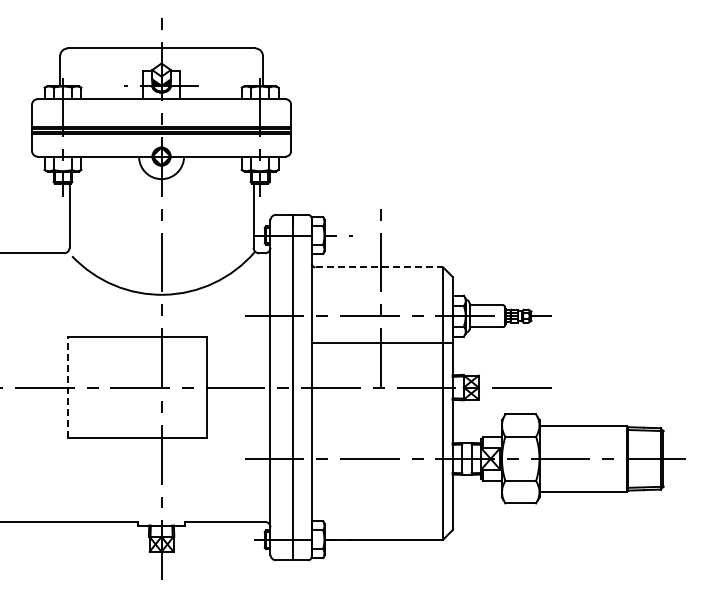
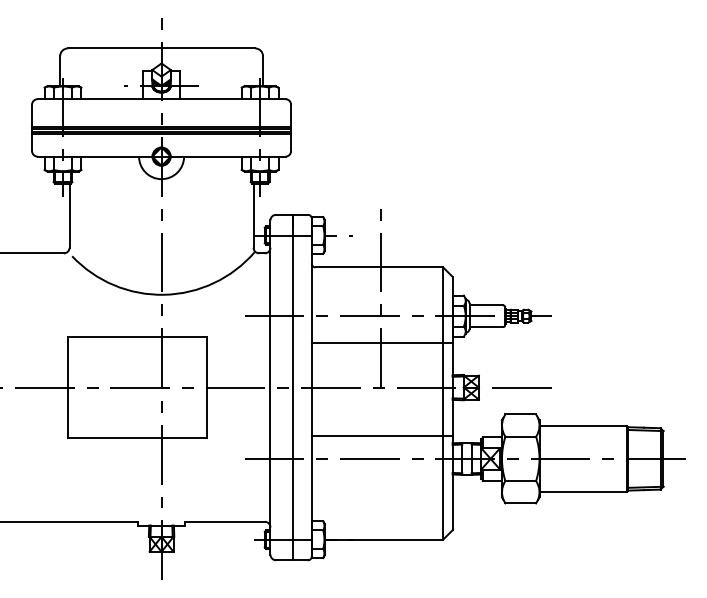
line at (379, 267): dashed -> solid
line at (67, 387): dashed -> solid
line at (381, 436): none -> present
